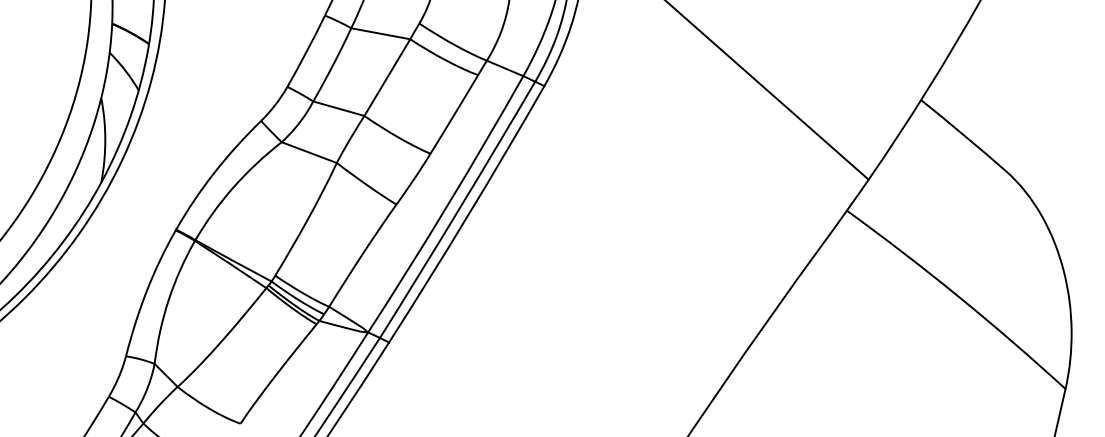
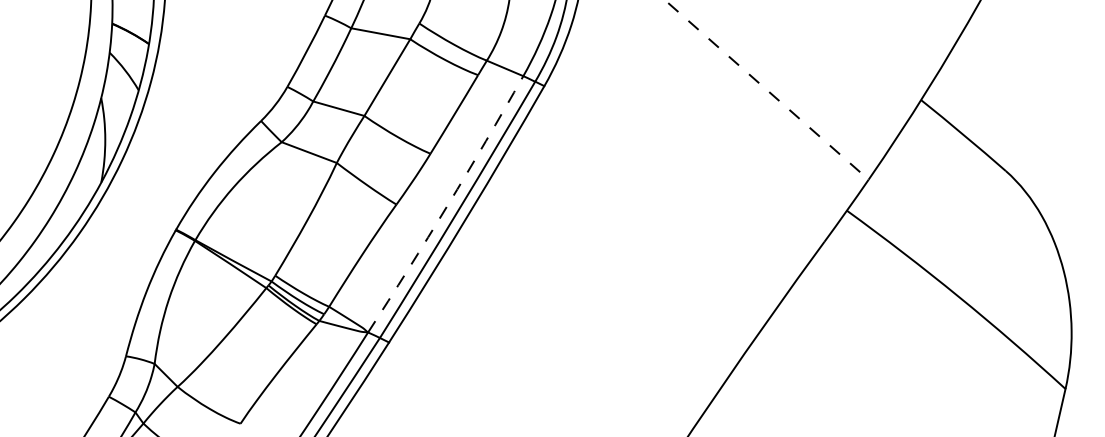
line at (767, 90): solid -> dashed
arc at (447, 205): solid -> dashed
